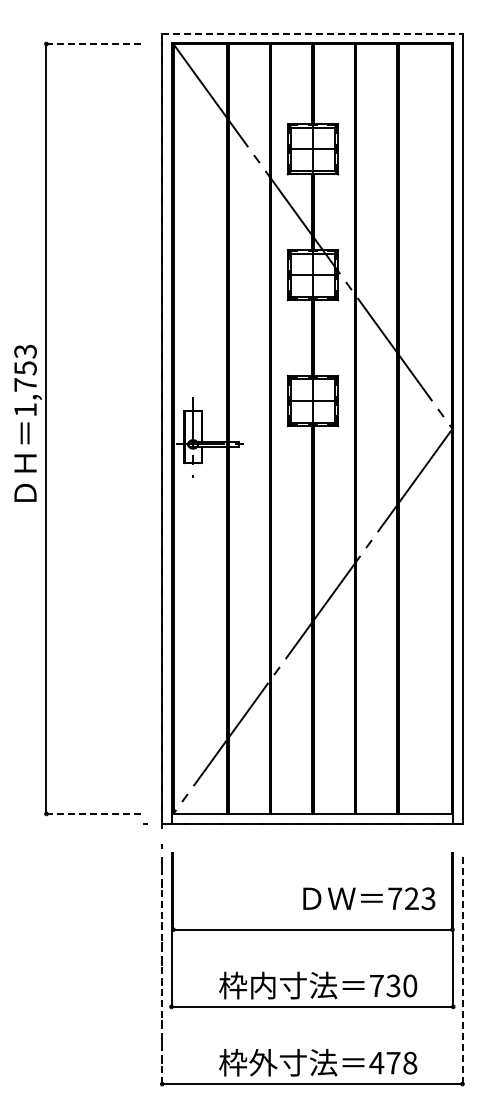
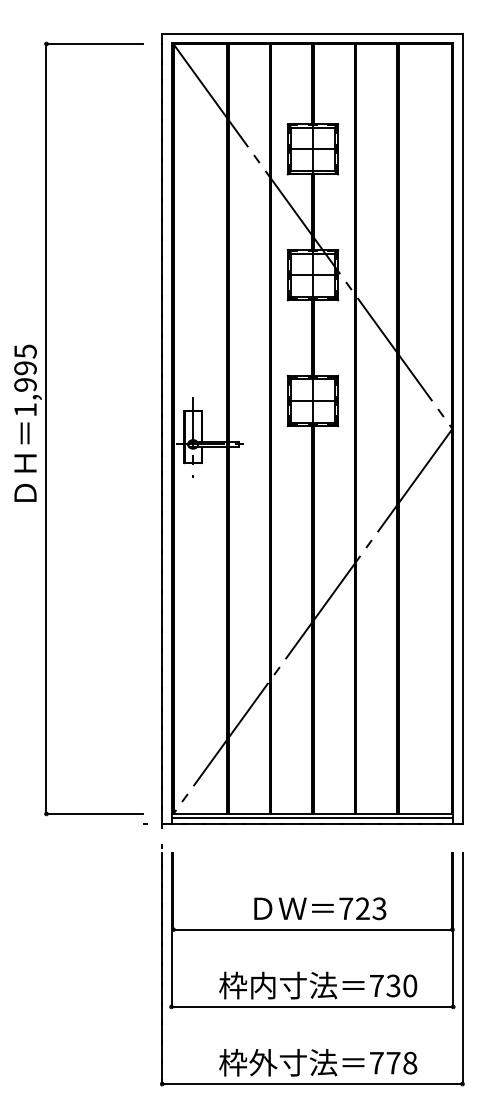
line at (312, 33): dashed -> solid
line at (95, 44): dashed -> solid
text at (25, 367): 1,753 -> 1,995
line at (95, 813): dashed -> solid
line at (312, 817): none -> present
text at (369, 898) position: (369, 898) -> (320, 908)
line at (162, 968): dashed -> solid
line at (462, 968): dashed -> solid
text at (376, 1063): 478 -> 778
